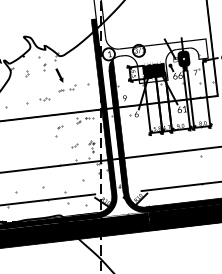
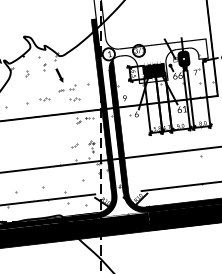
part at (74, 99): none -> present
part at (59, 131): present -> none
